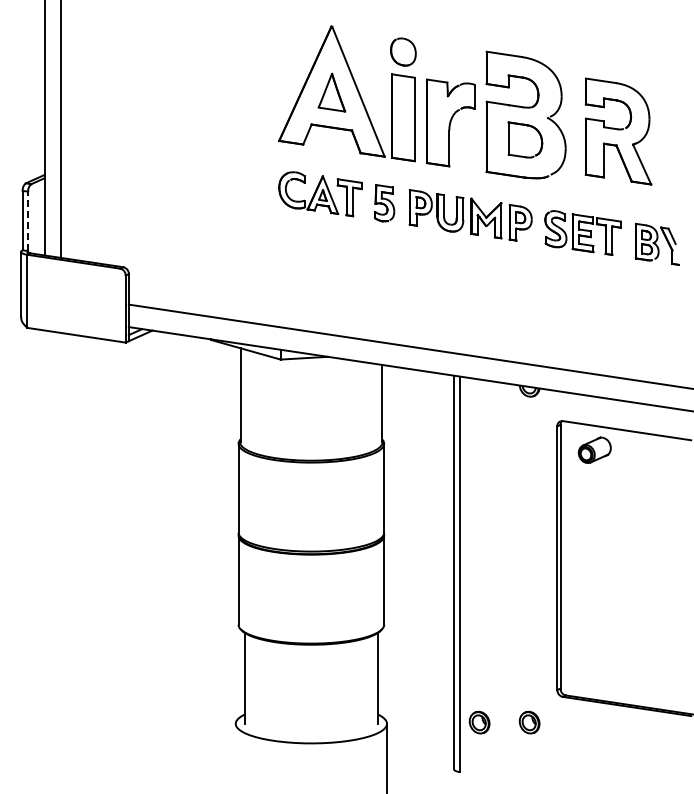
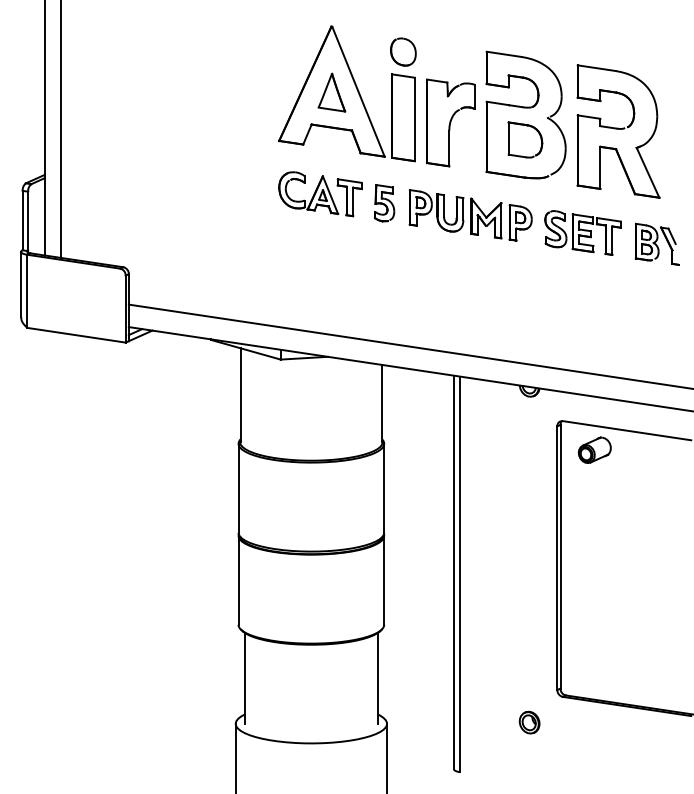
part at (618, 131) size: 69x109 px -> 85x135 px
line at (28, 221): dashed -> solid
part at (479, 722): present -> none
line at (235, 756): none -> present
